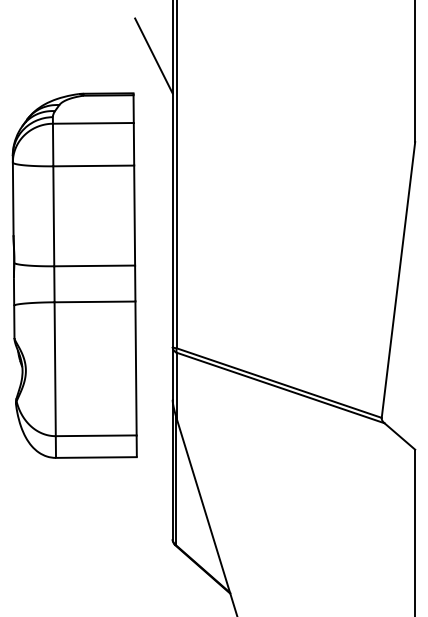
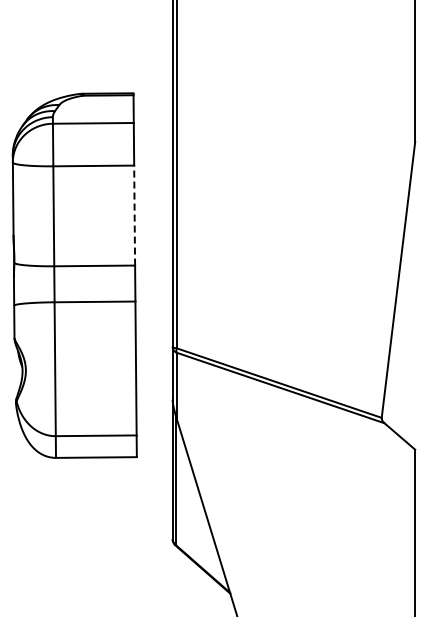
line at (153, 55): present -> none
line at (134, 215): solid -> dashed
